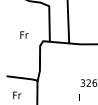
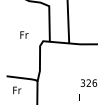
text at (17, 95) position: (17, 95) -> (17, 90)
